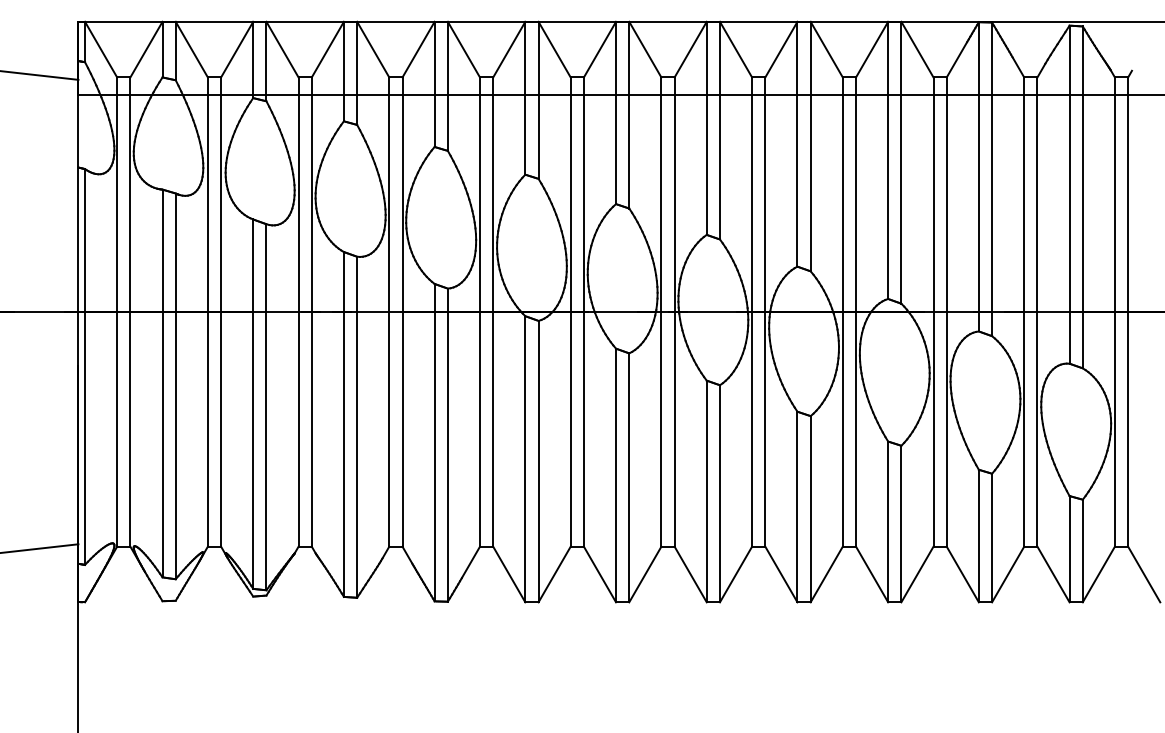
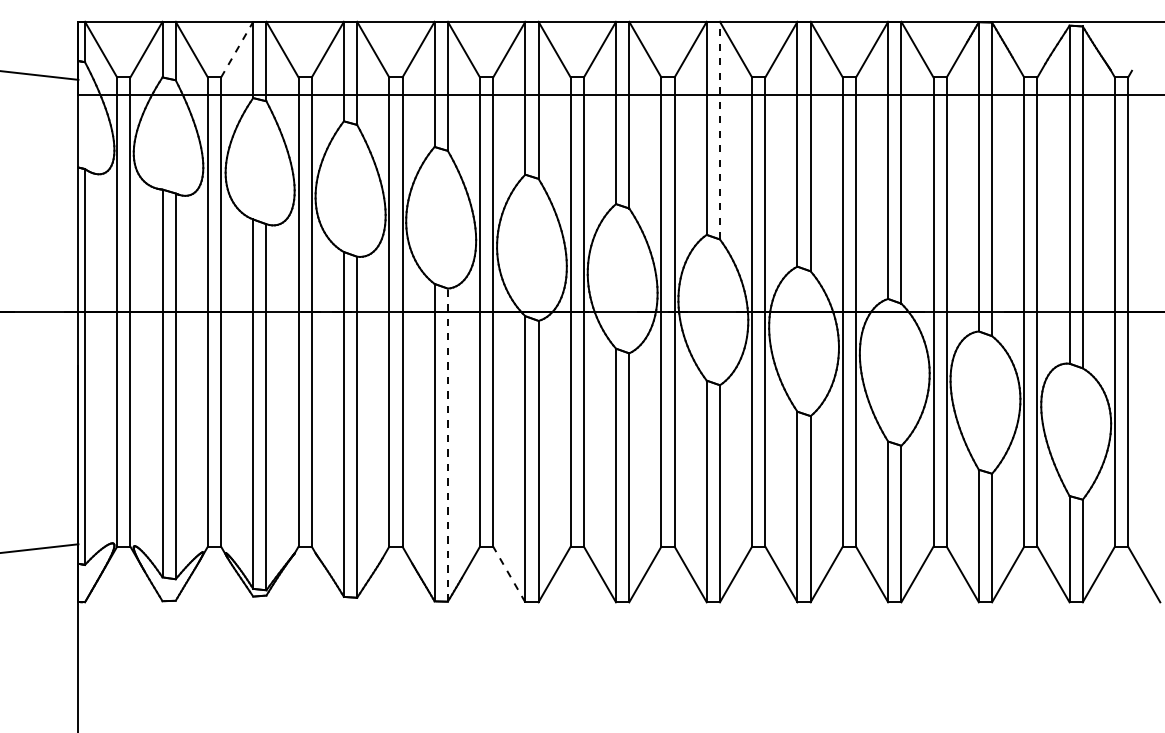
line at (237, 49): solid -> dashed
line at (719, 130): solid -> dashed
line at (447, 445): solid -> dashed
line at (509, 574): solid -> dashed
